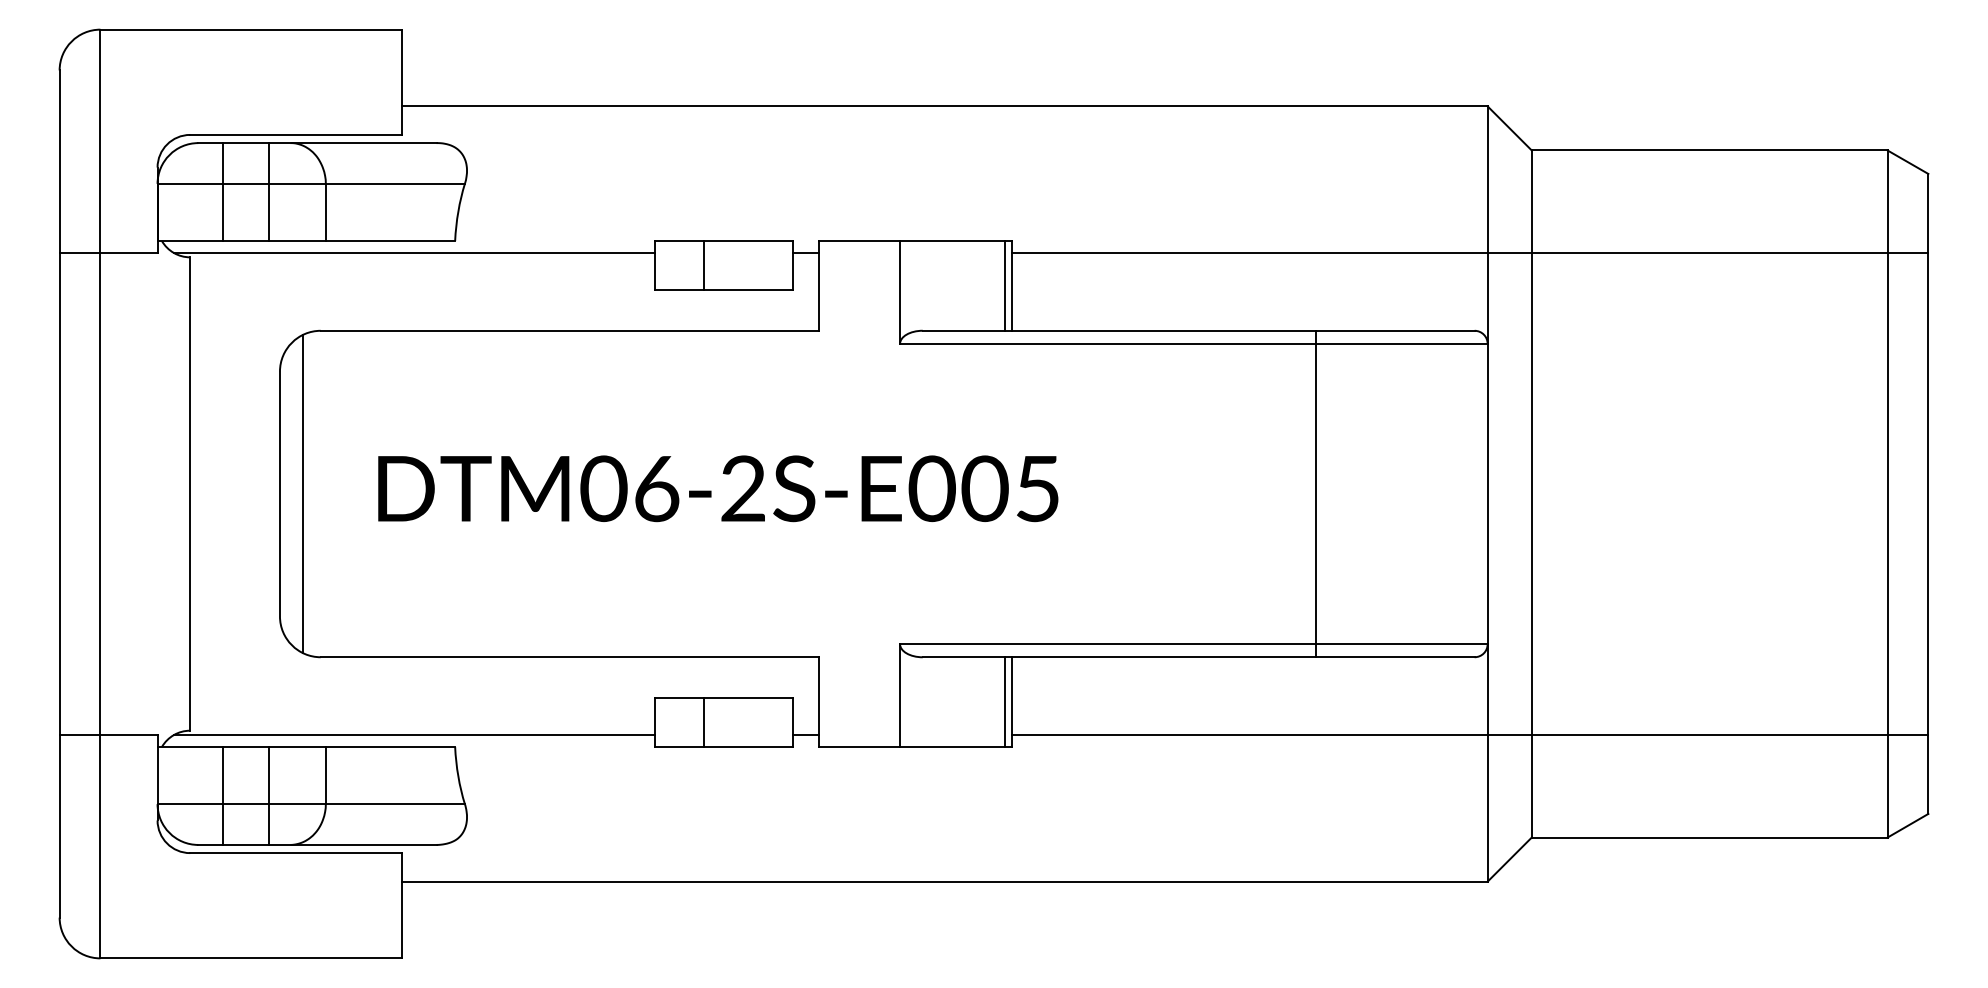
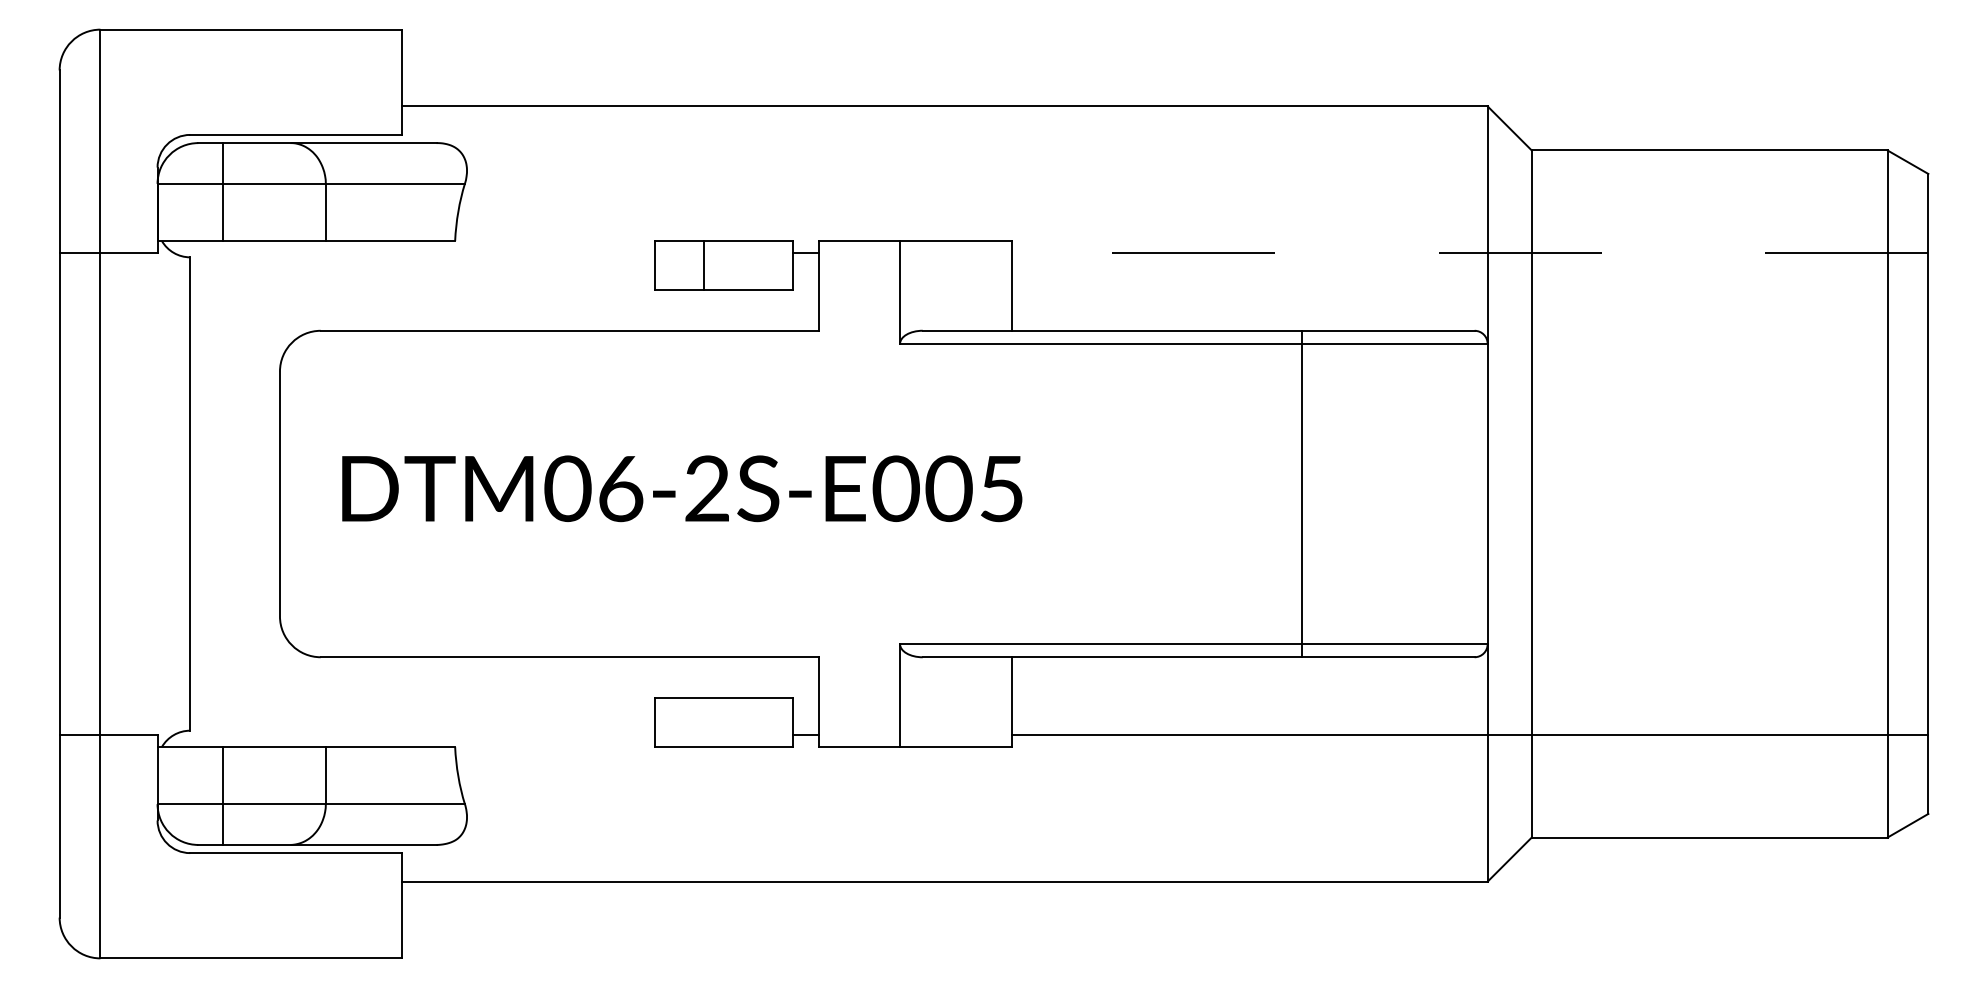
line at (269, 192): present -> none
line at (414, 253): present -> none
line at (1469, 253): solid -> dashed
line at (1005, 285): present -> none
text at (718, 488) position: (718, 488) -> (682, 488)
line at (302, 493): present -> none
line at (1316, 493) position: (1316, 493) -> (1302, 493)
line at (1005, 702): present -> none
line at (704, 722): present -> none
line at (414, 734): present -> none
line at (269, 795): present -> none
